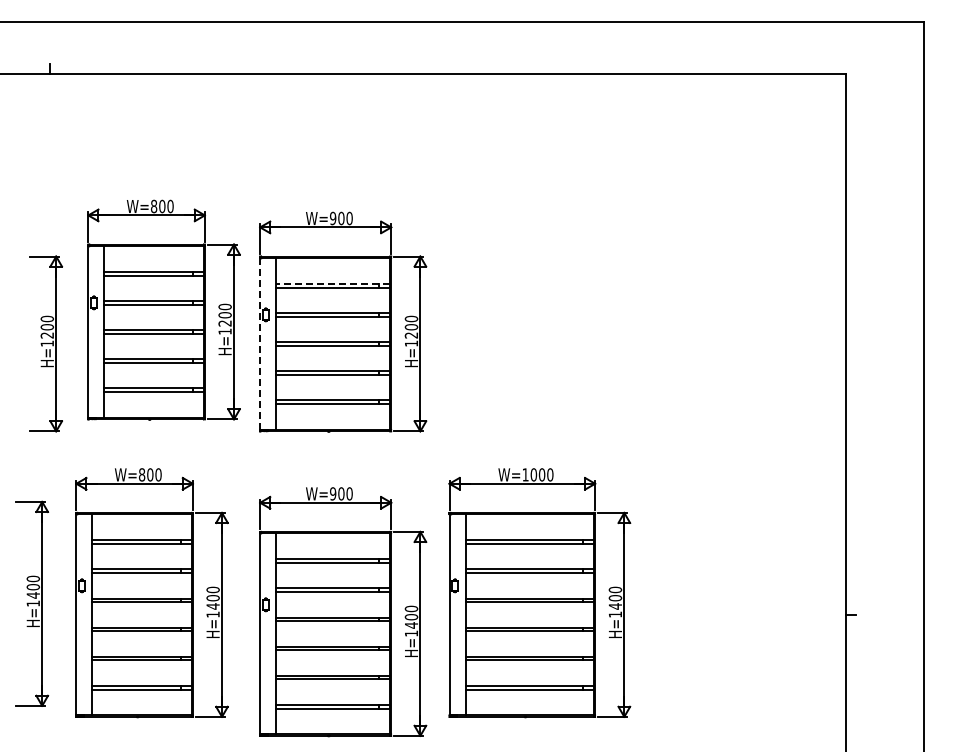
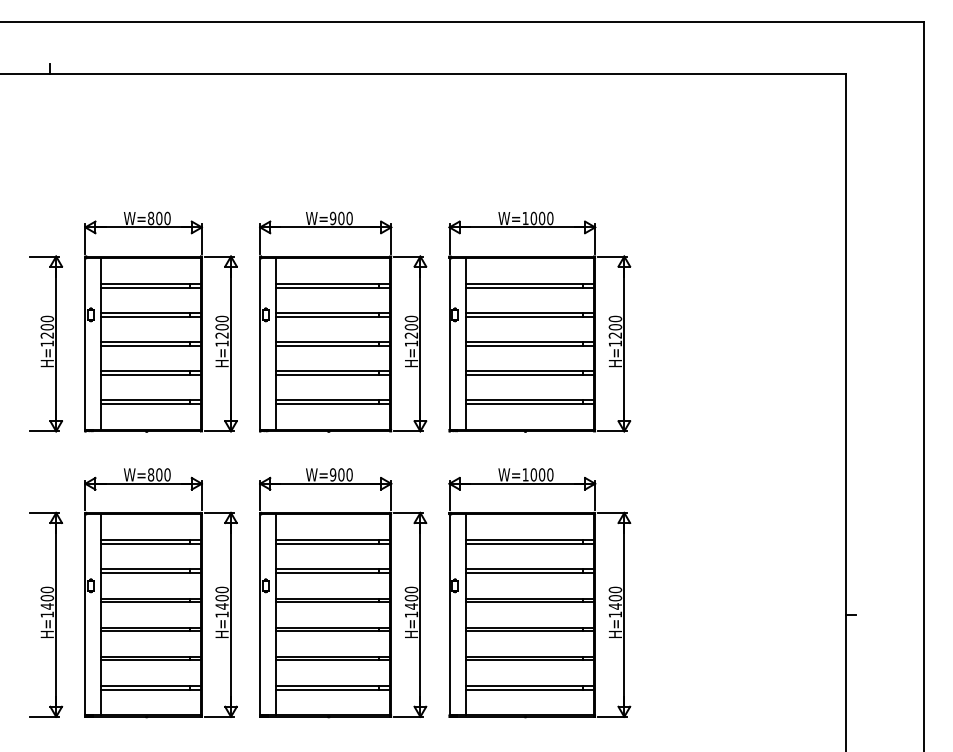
line at (333, 283): dashed -> solid
part at (163, 309) position: (163, 309) -> (160, 321)
part at (539, 321): none -> present
line at (260, 343): dashed -> solid
part at (151, 593) position: (151, 593) -> (160, 593)
part at (32, 603) position: (32, 603) -> (46, 614)
part at (343, 612) position: (343, 612) -> (343, 593)
